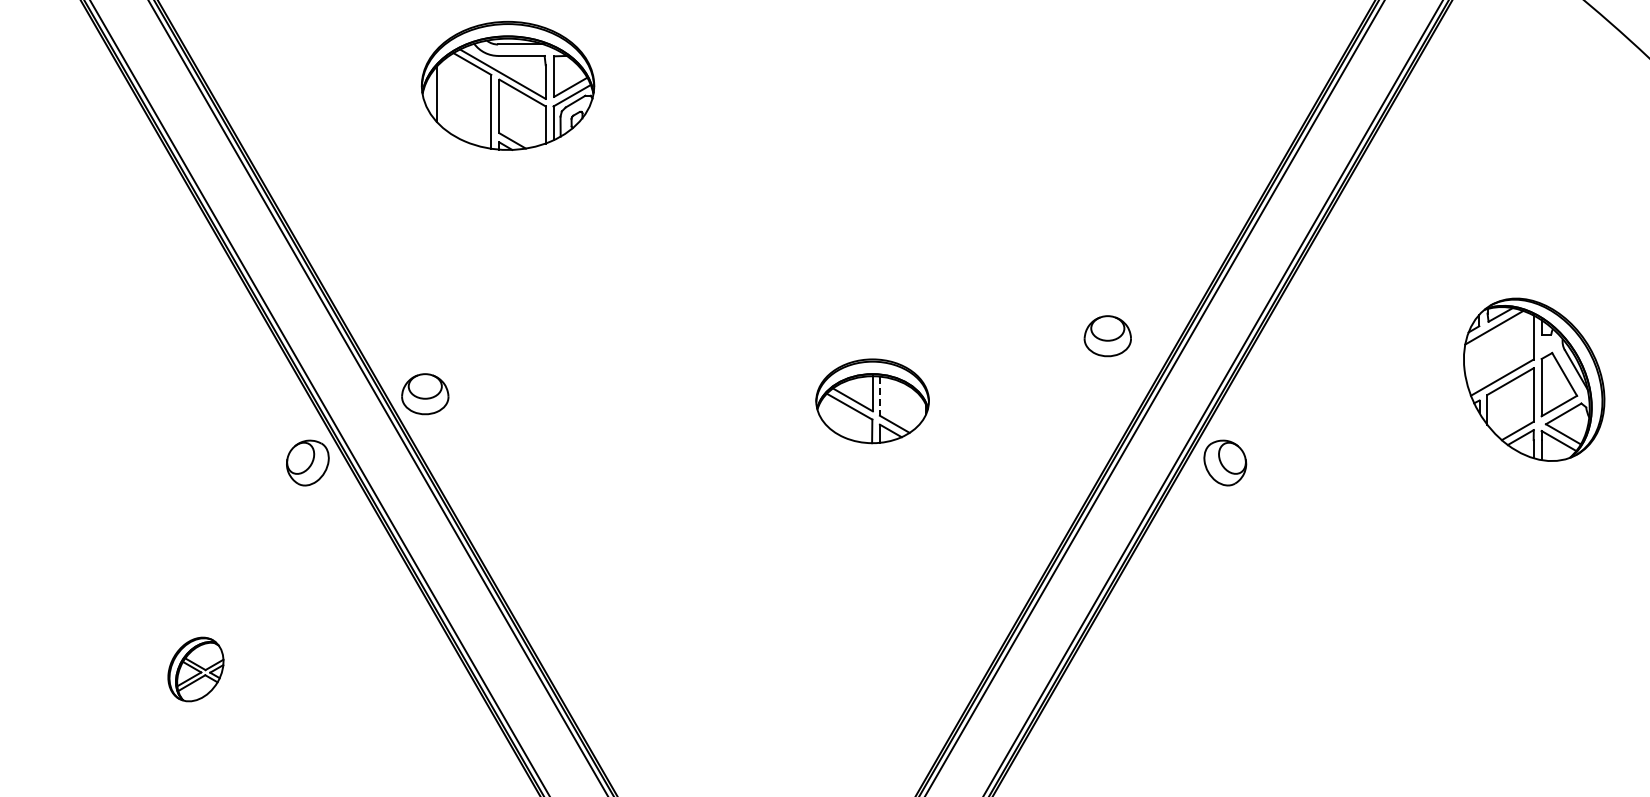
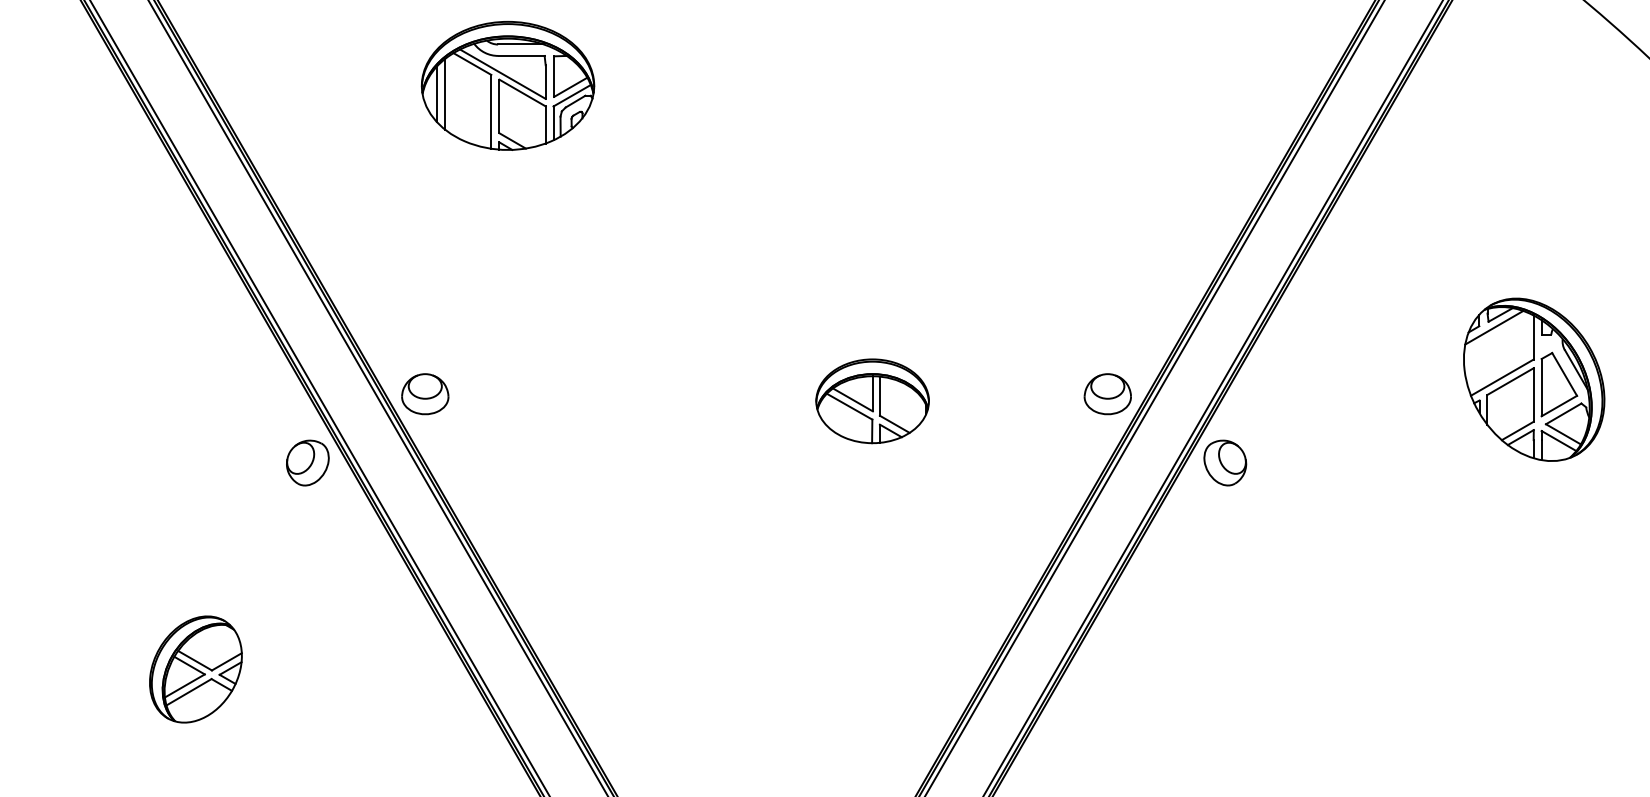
line at (444, 94): none -> present
part at (1107, 336) position: (1107, 336) -> (1107, 394)
line at (879, 396): dashed -> solid
part at (195, 669) size: 58x67 px -> 94x109 px
